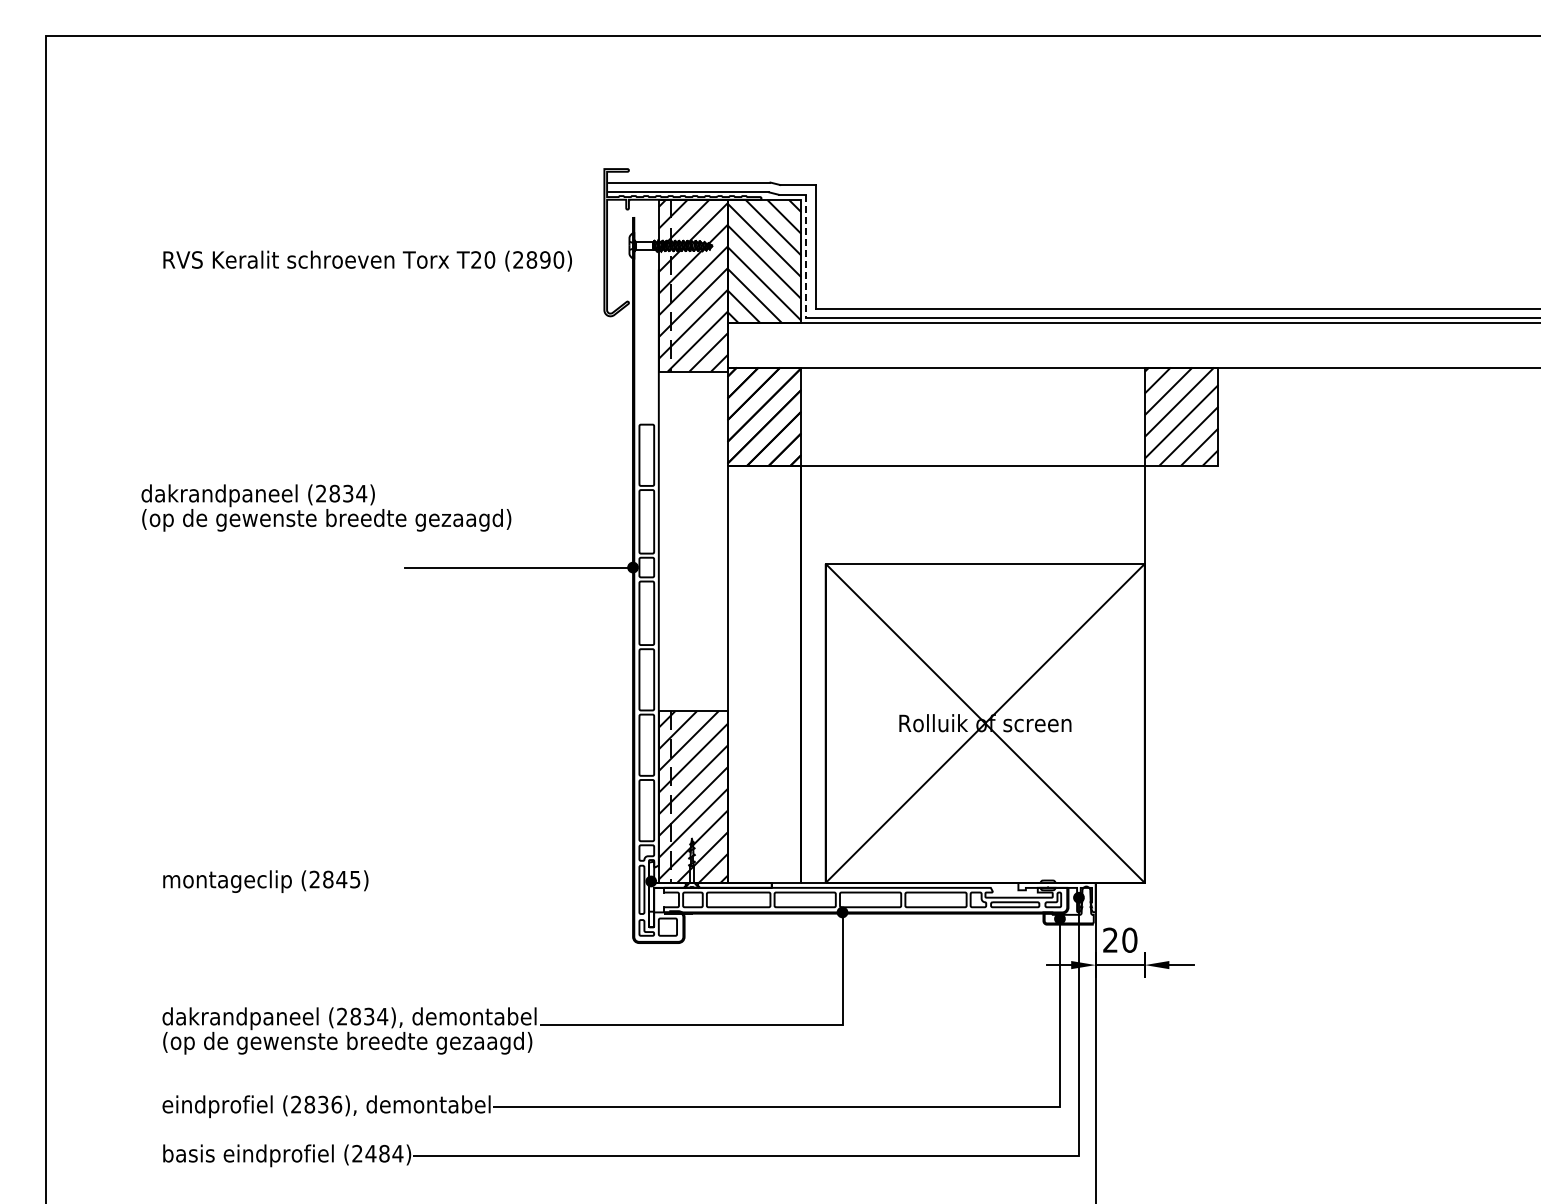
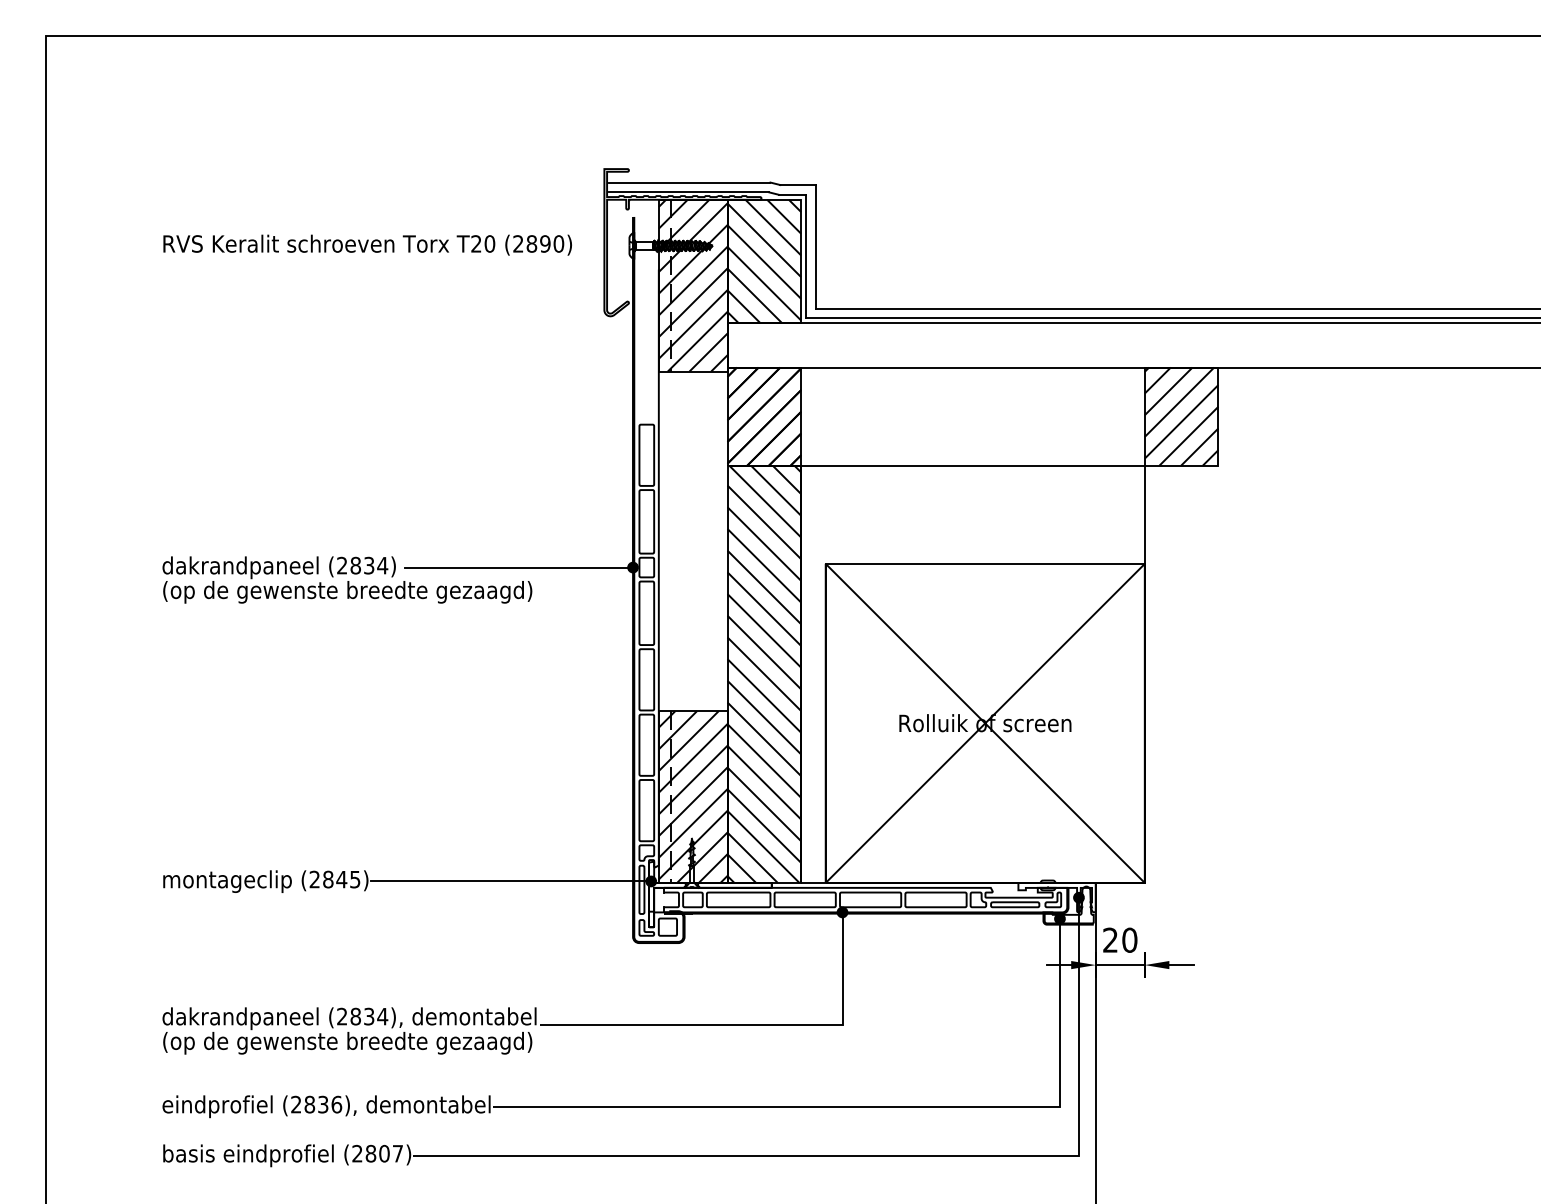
line at (806, 256): dashed -> solid
text at (367, 260) position: (367, 260) -> (367, 244)
text at (326, 507) position: (326, 507) -> (347, 579)
hatch at (764, 673): none -> present
line at (511, 881): none -> present
text at (384, 1153): (2484) -> (2807)
